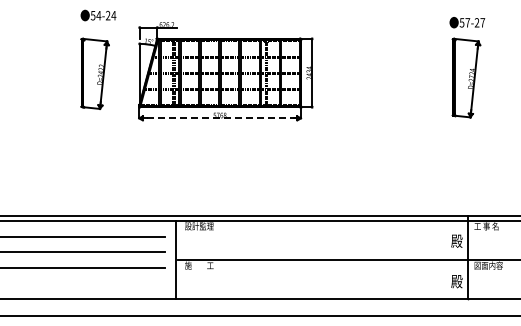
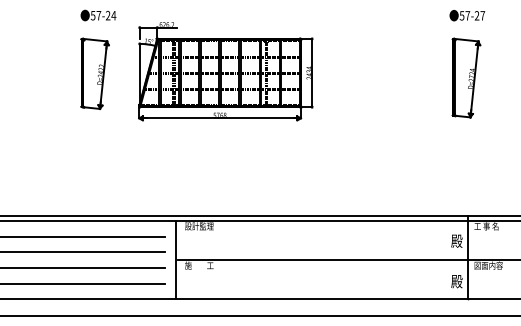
text at (98, 15): 54-24 -> 57-24
text at (467, 22) position: (467, 22) -> (467, 15)
line at (220, 118): dashed -> solid
line at (83, 283): none -> present
